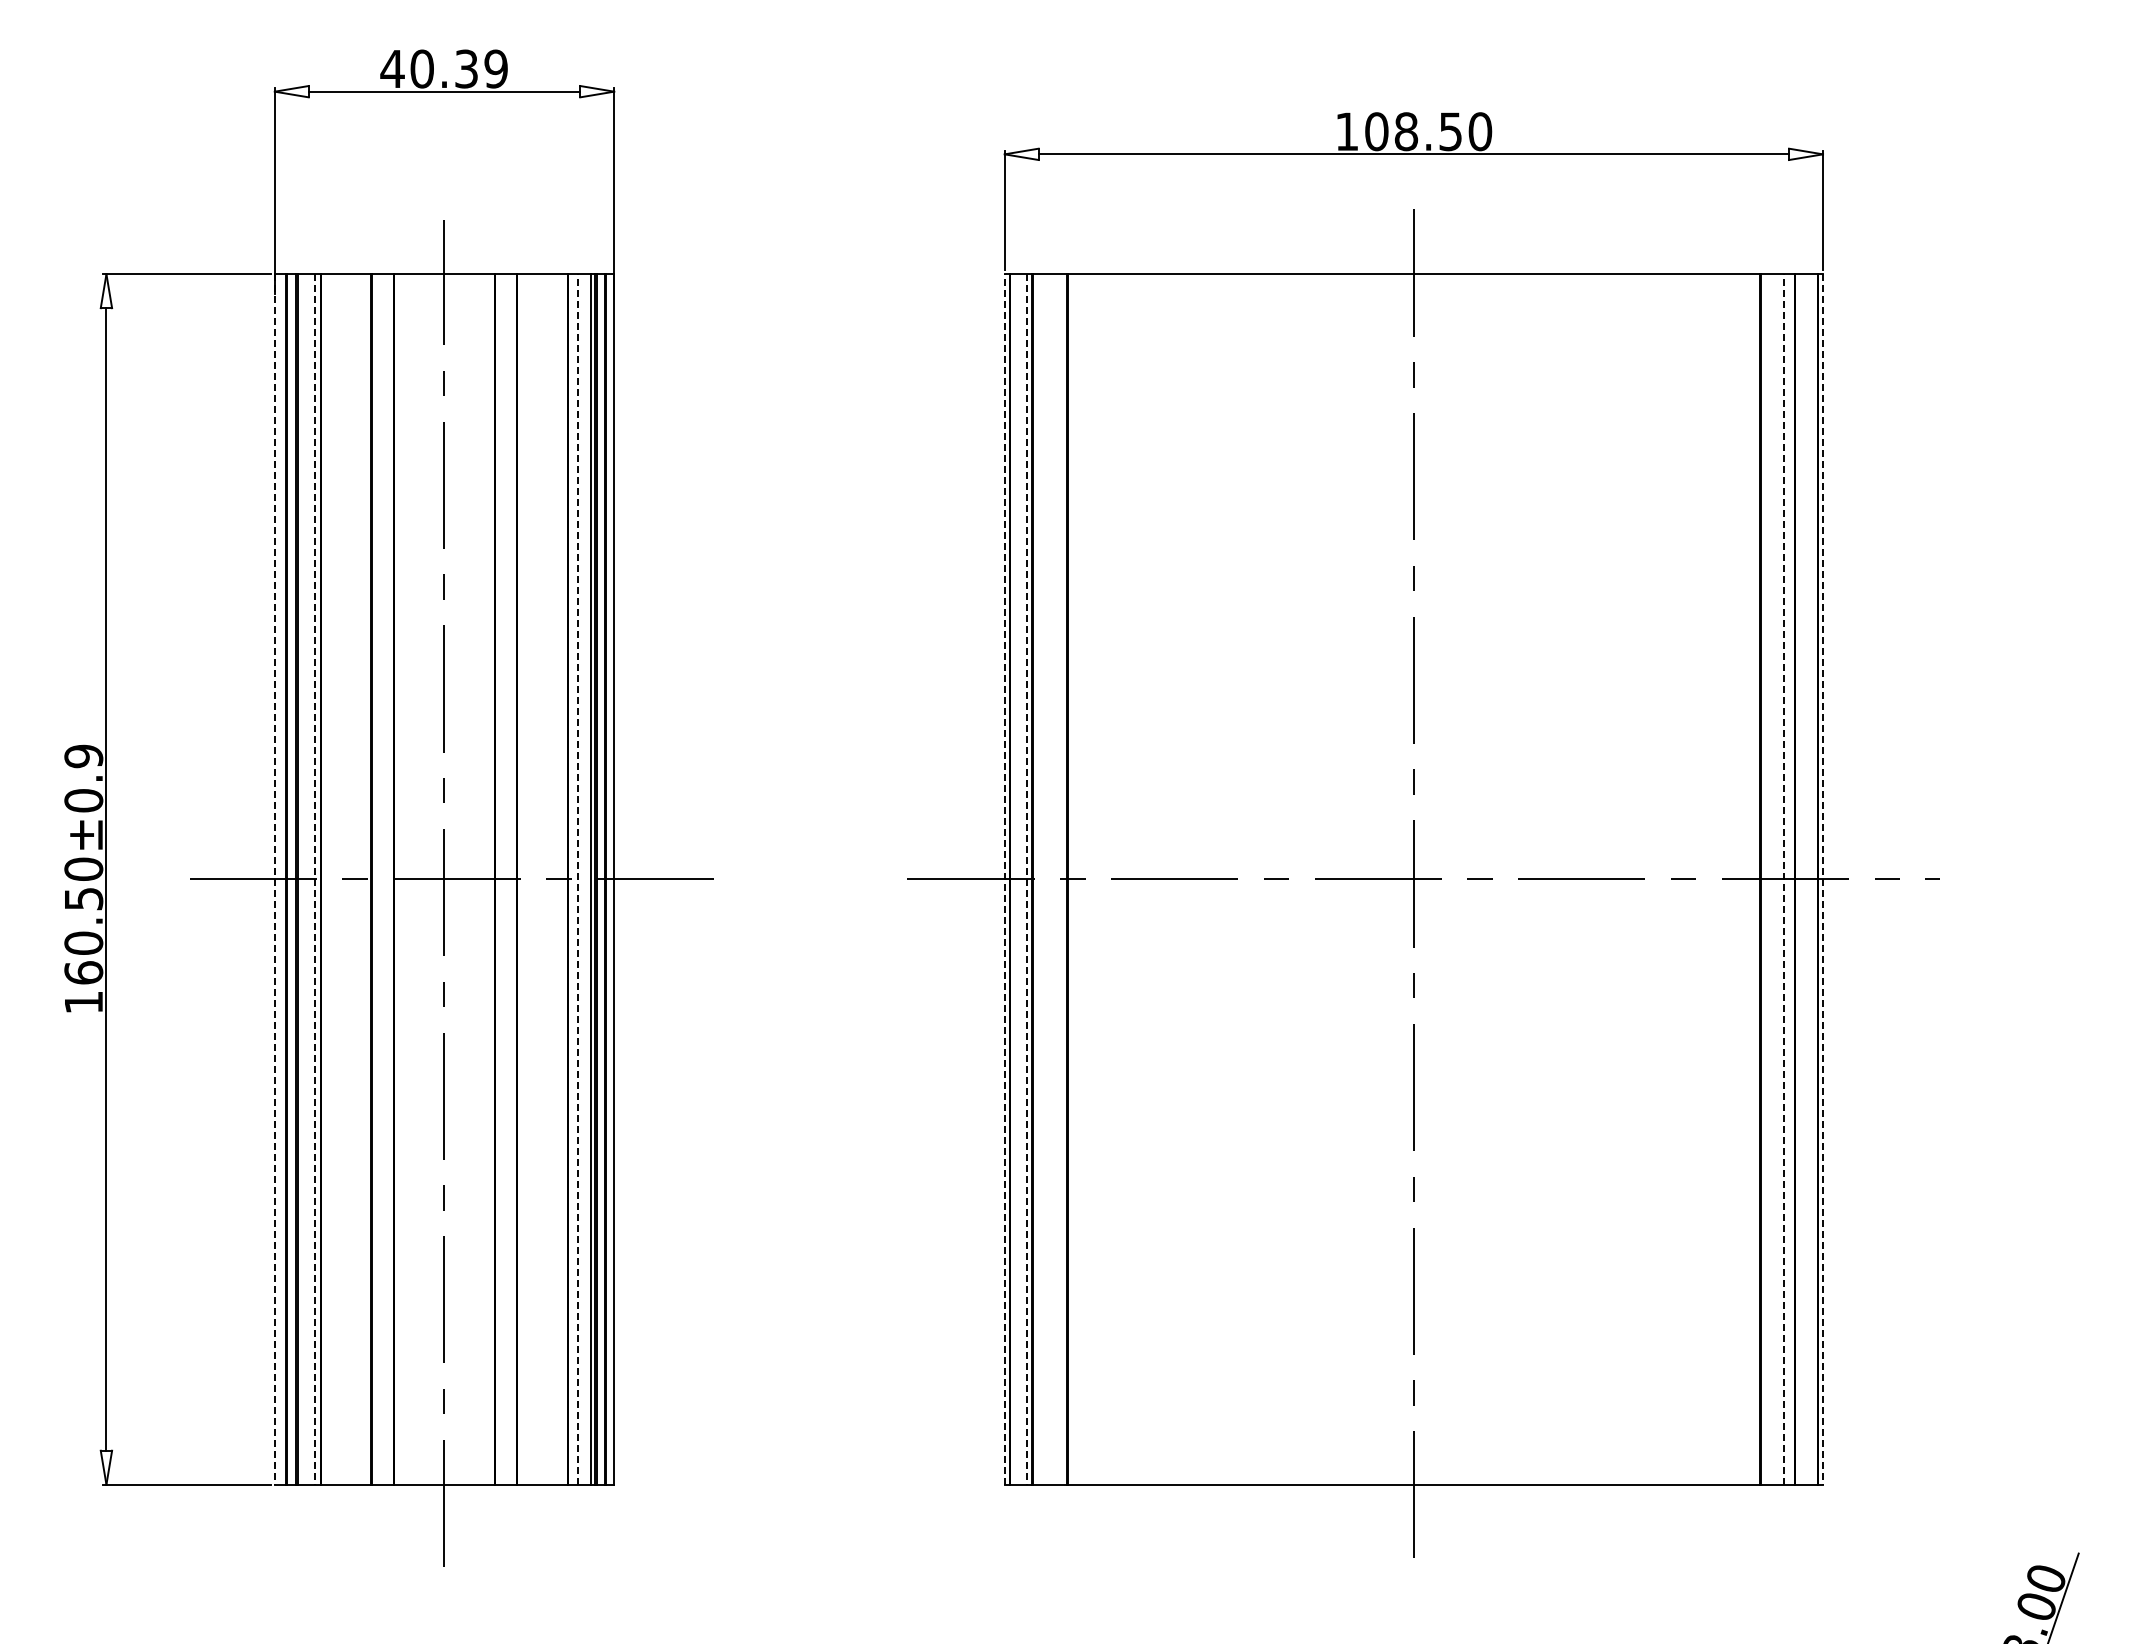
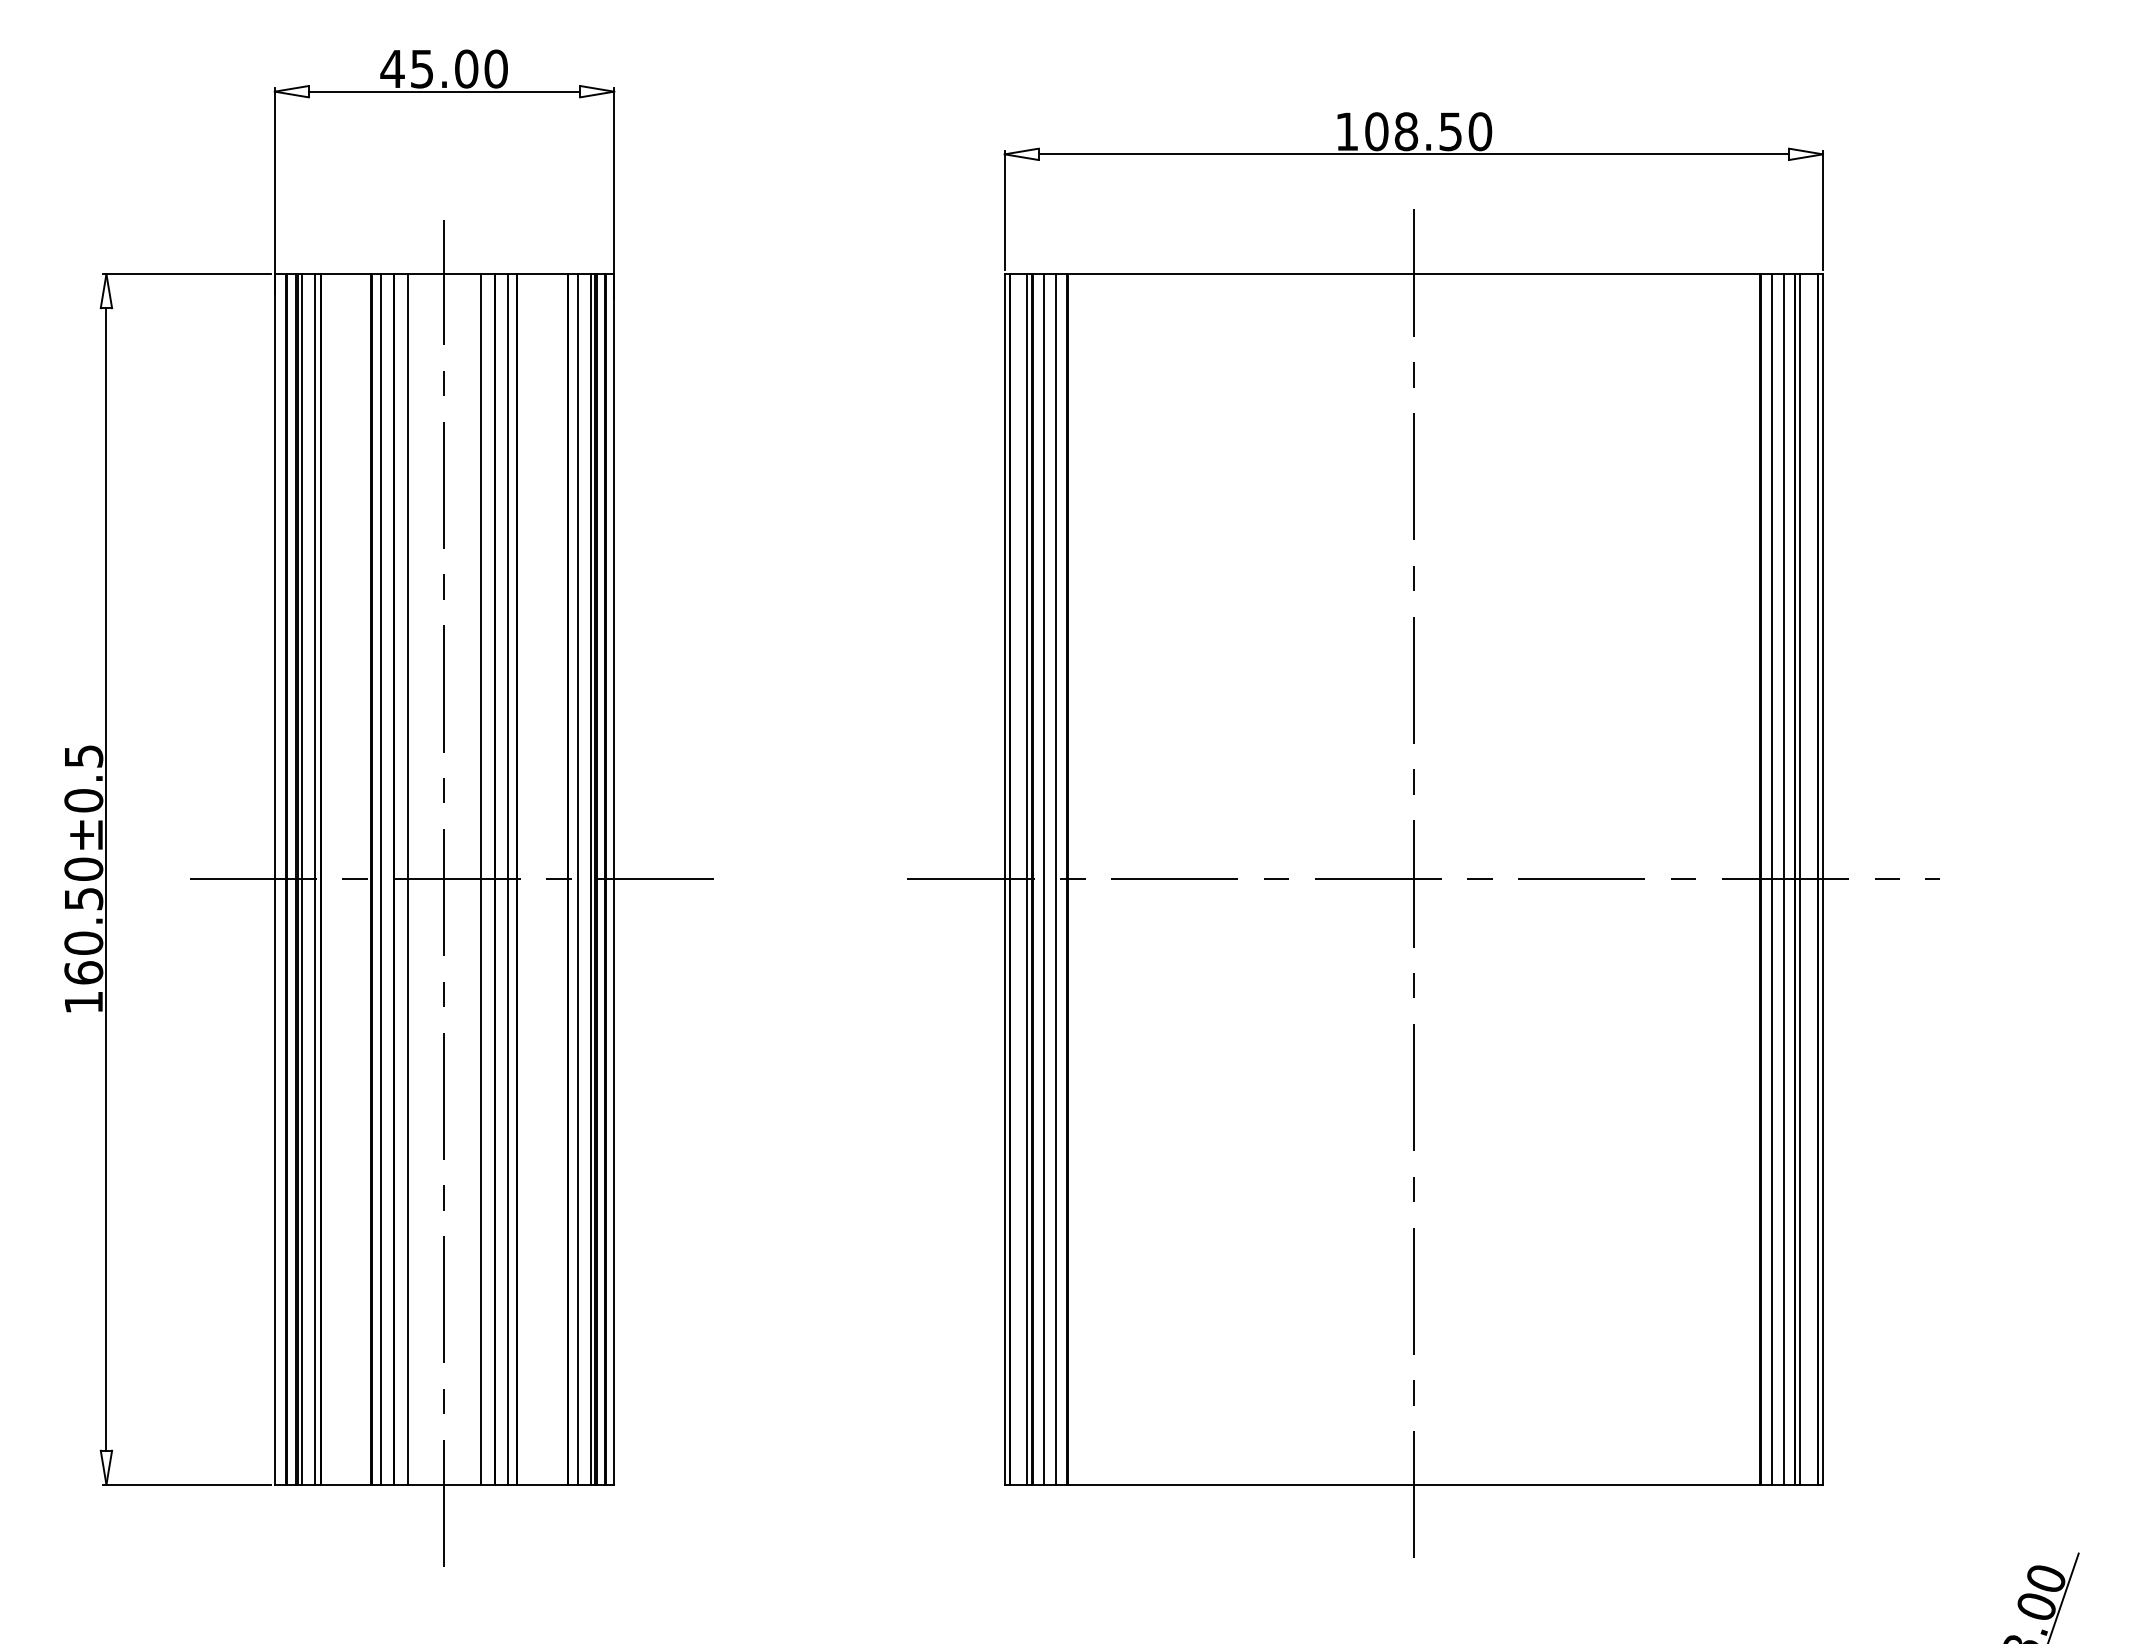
text at (458, 68): 40.39 -> 45.00
text at (83, 756): 160.50±0.9 -> 160.50±0.5
line at (577, 878): dashed -> solid
line at (1004, 878): dashed -> solid
line at (1783, 878): dashed -> solid
line at (274, 879): dashed -> solid
line at (302, 879): none -> present
line at (315, 879): dashed -> solid
line at (380, 879): none -> present
line at (407, 879): none -> present
line at (481, 879): none -> present
line at (508, 879): none -> present
line at (1027, 879): dashed -> solid
line at (1043, 879): none -> present
line at (1056, 879): none -> present
line at (1771, 879): none -> present
line at (1800, 879): none -> present
line at (1823, 879): dashed -> solid
